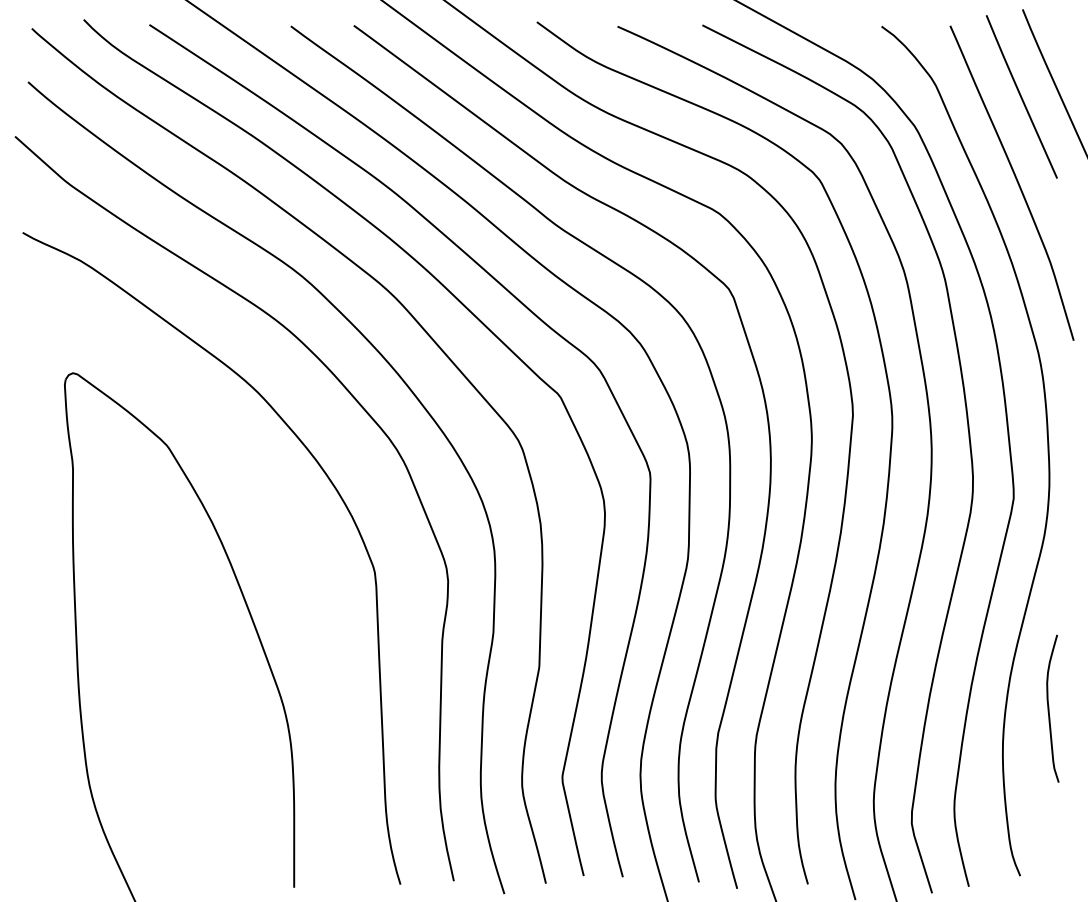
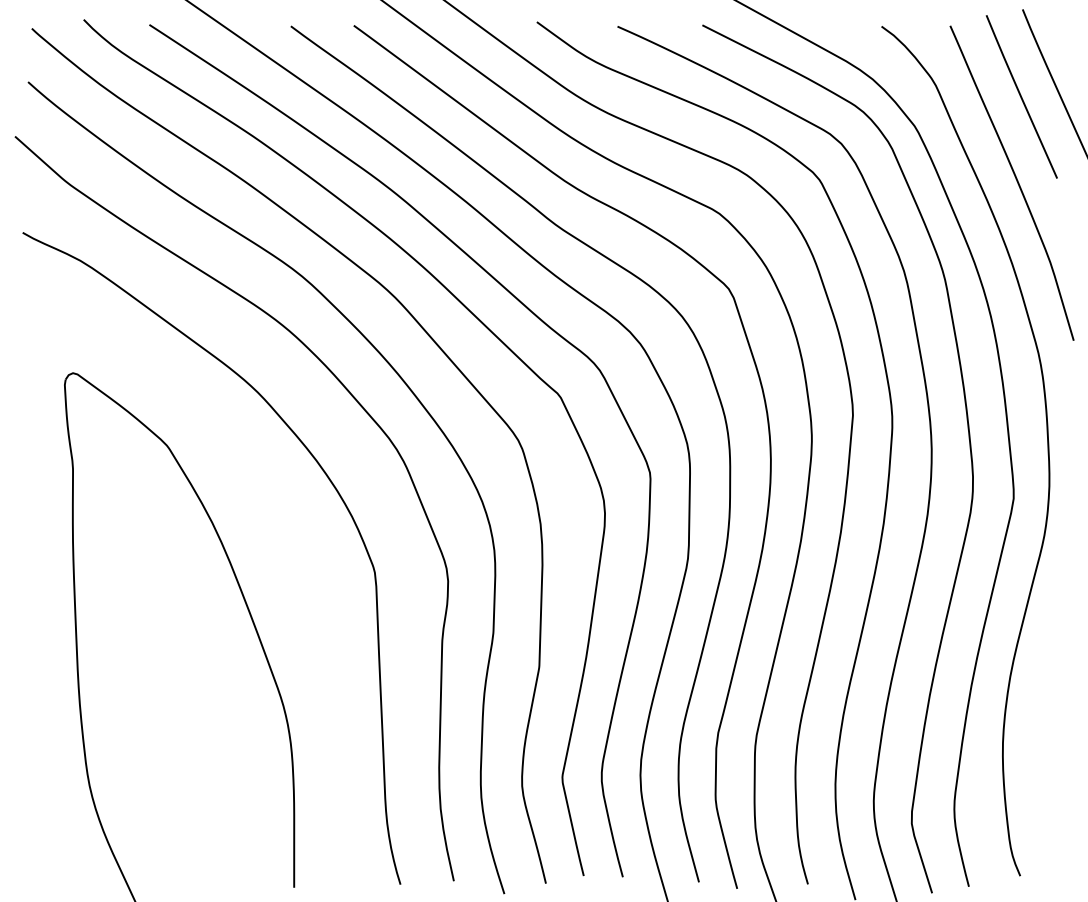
curve at (1049, 708): present -> none
